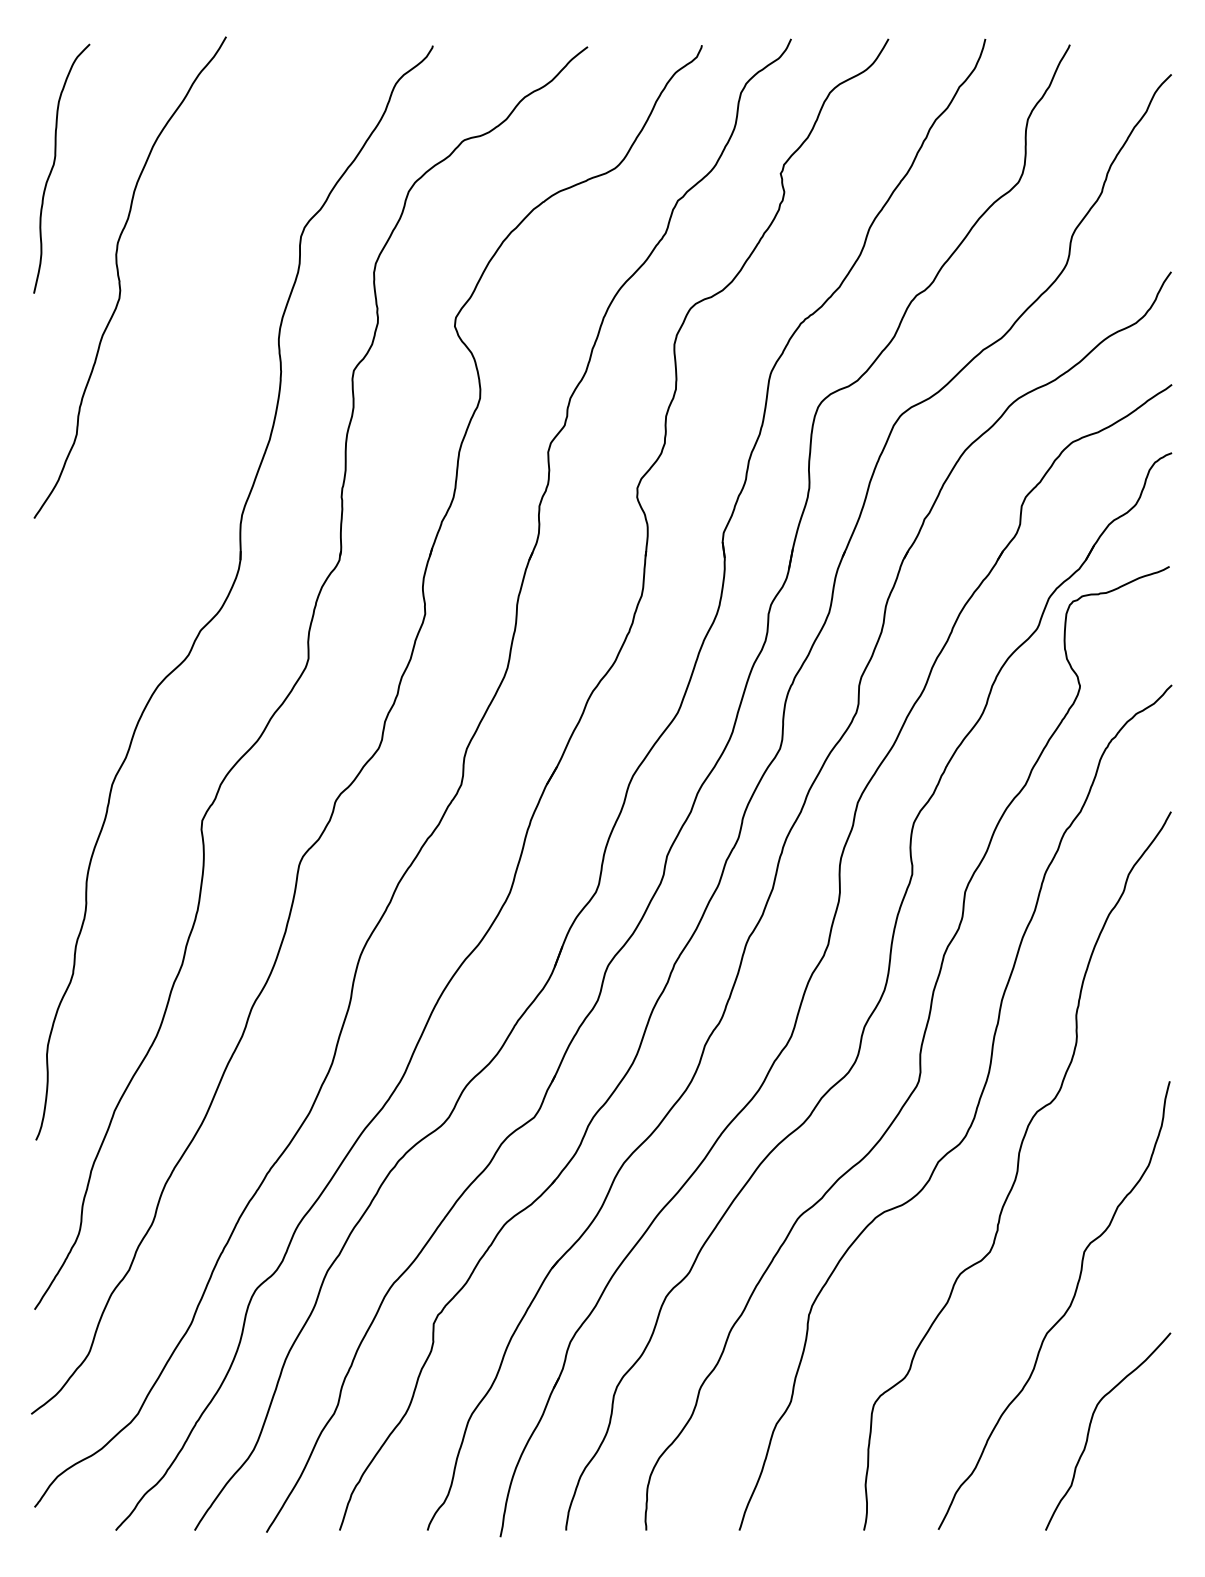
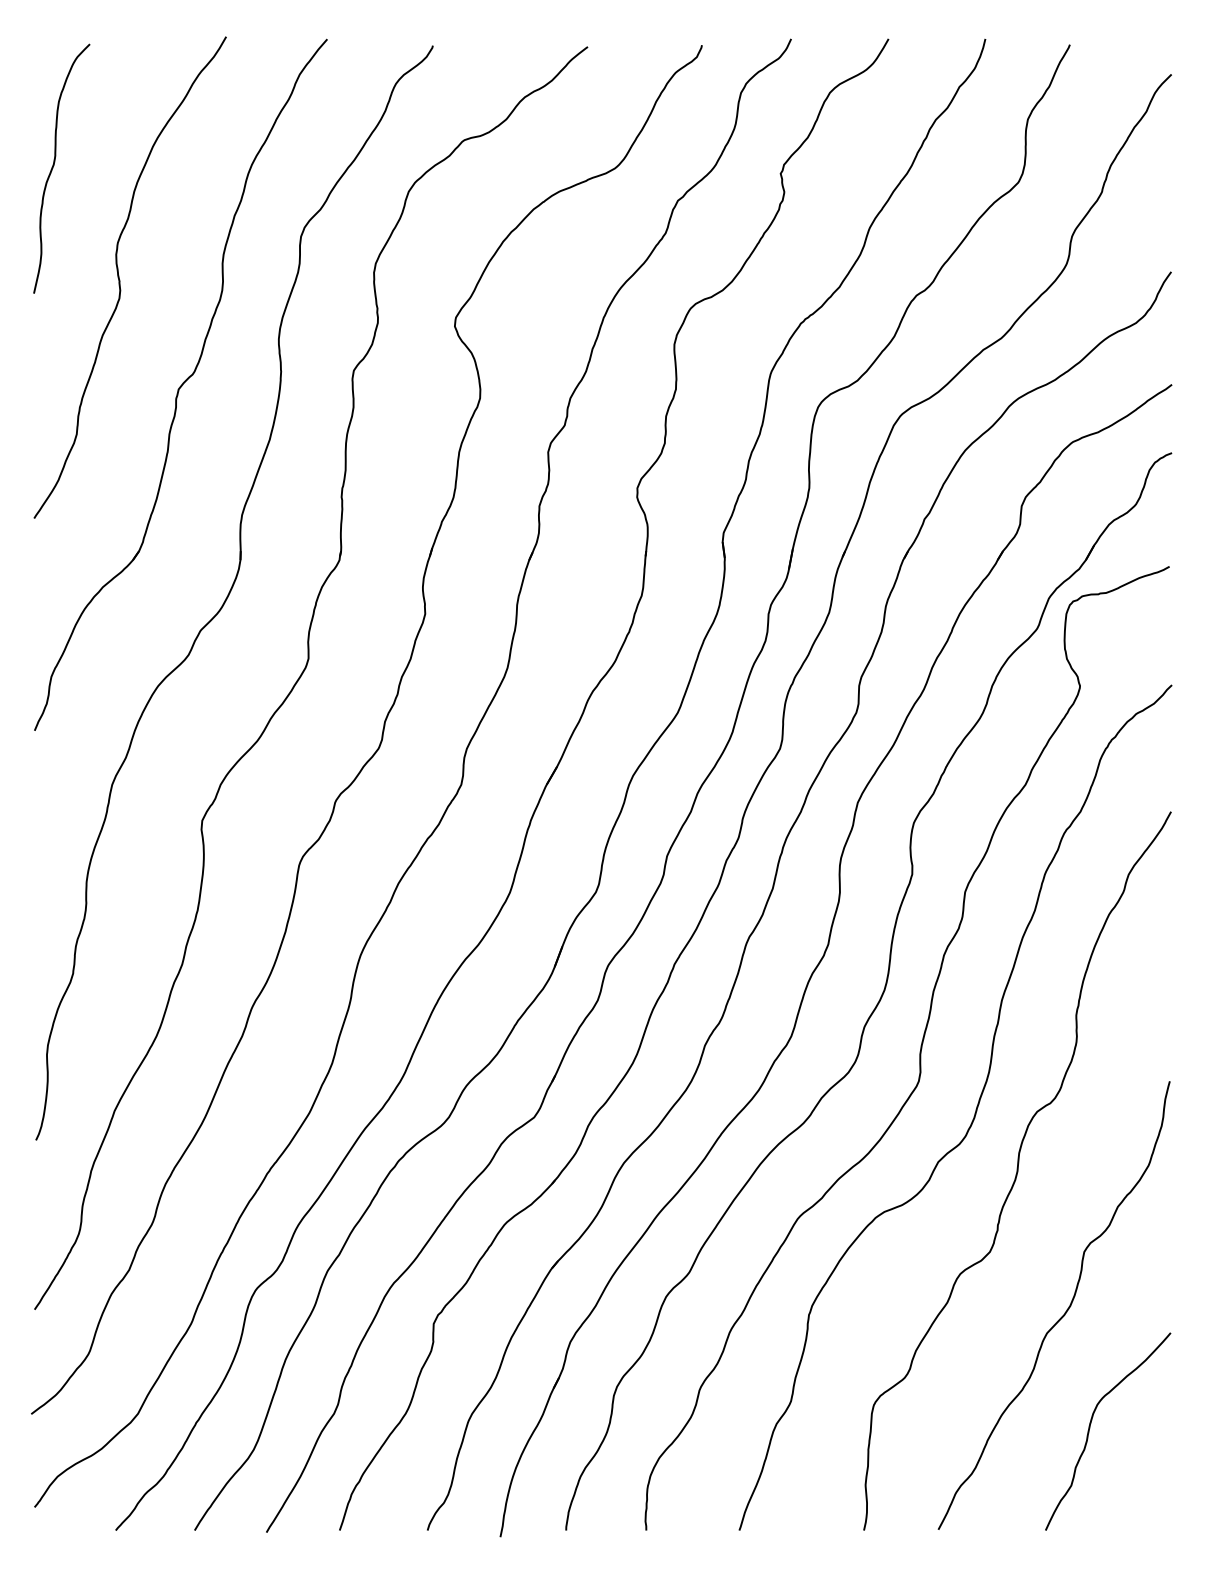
part at (180, 384): none -> present
